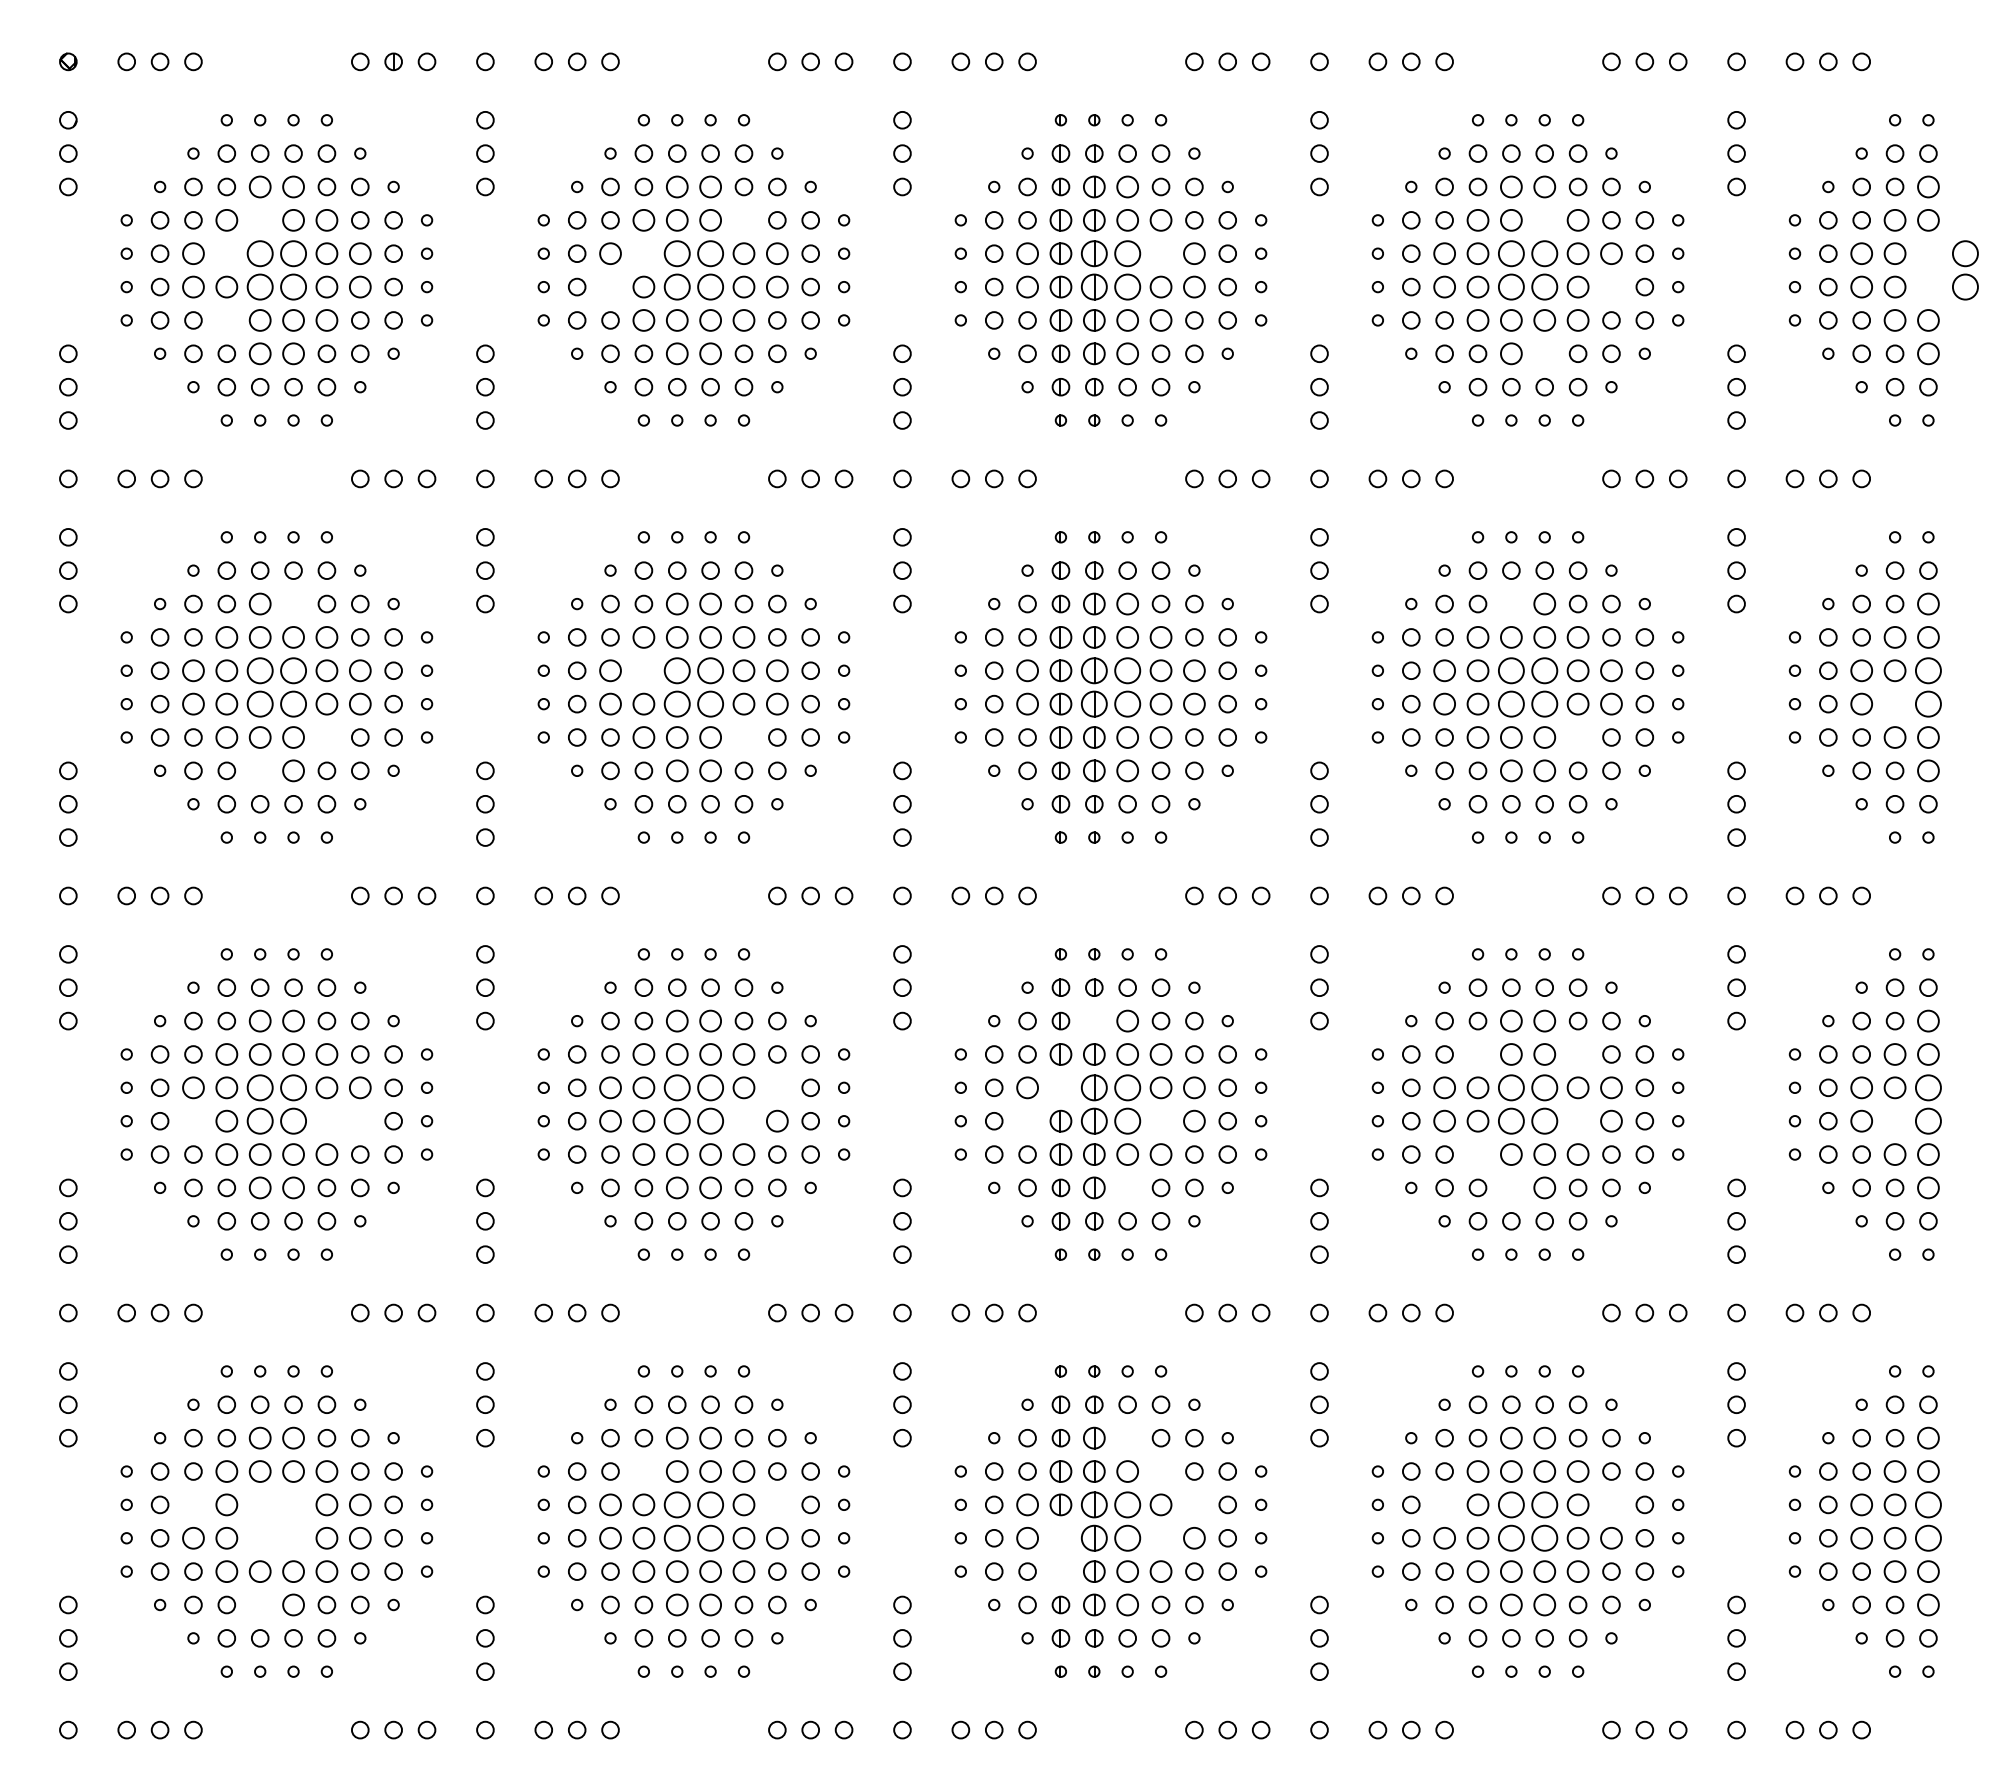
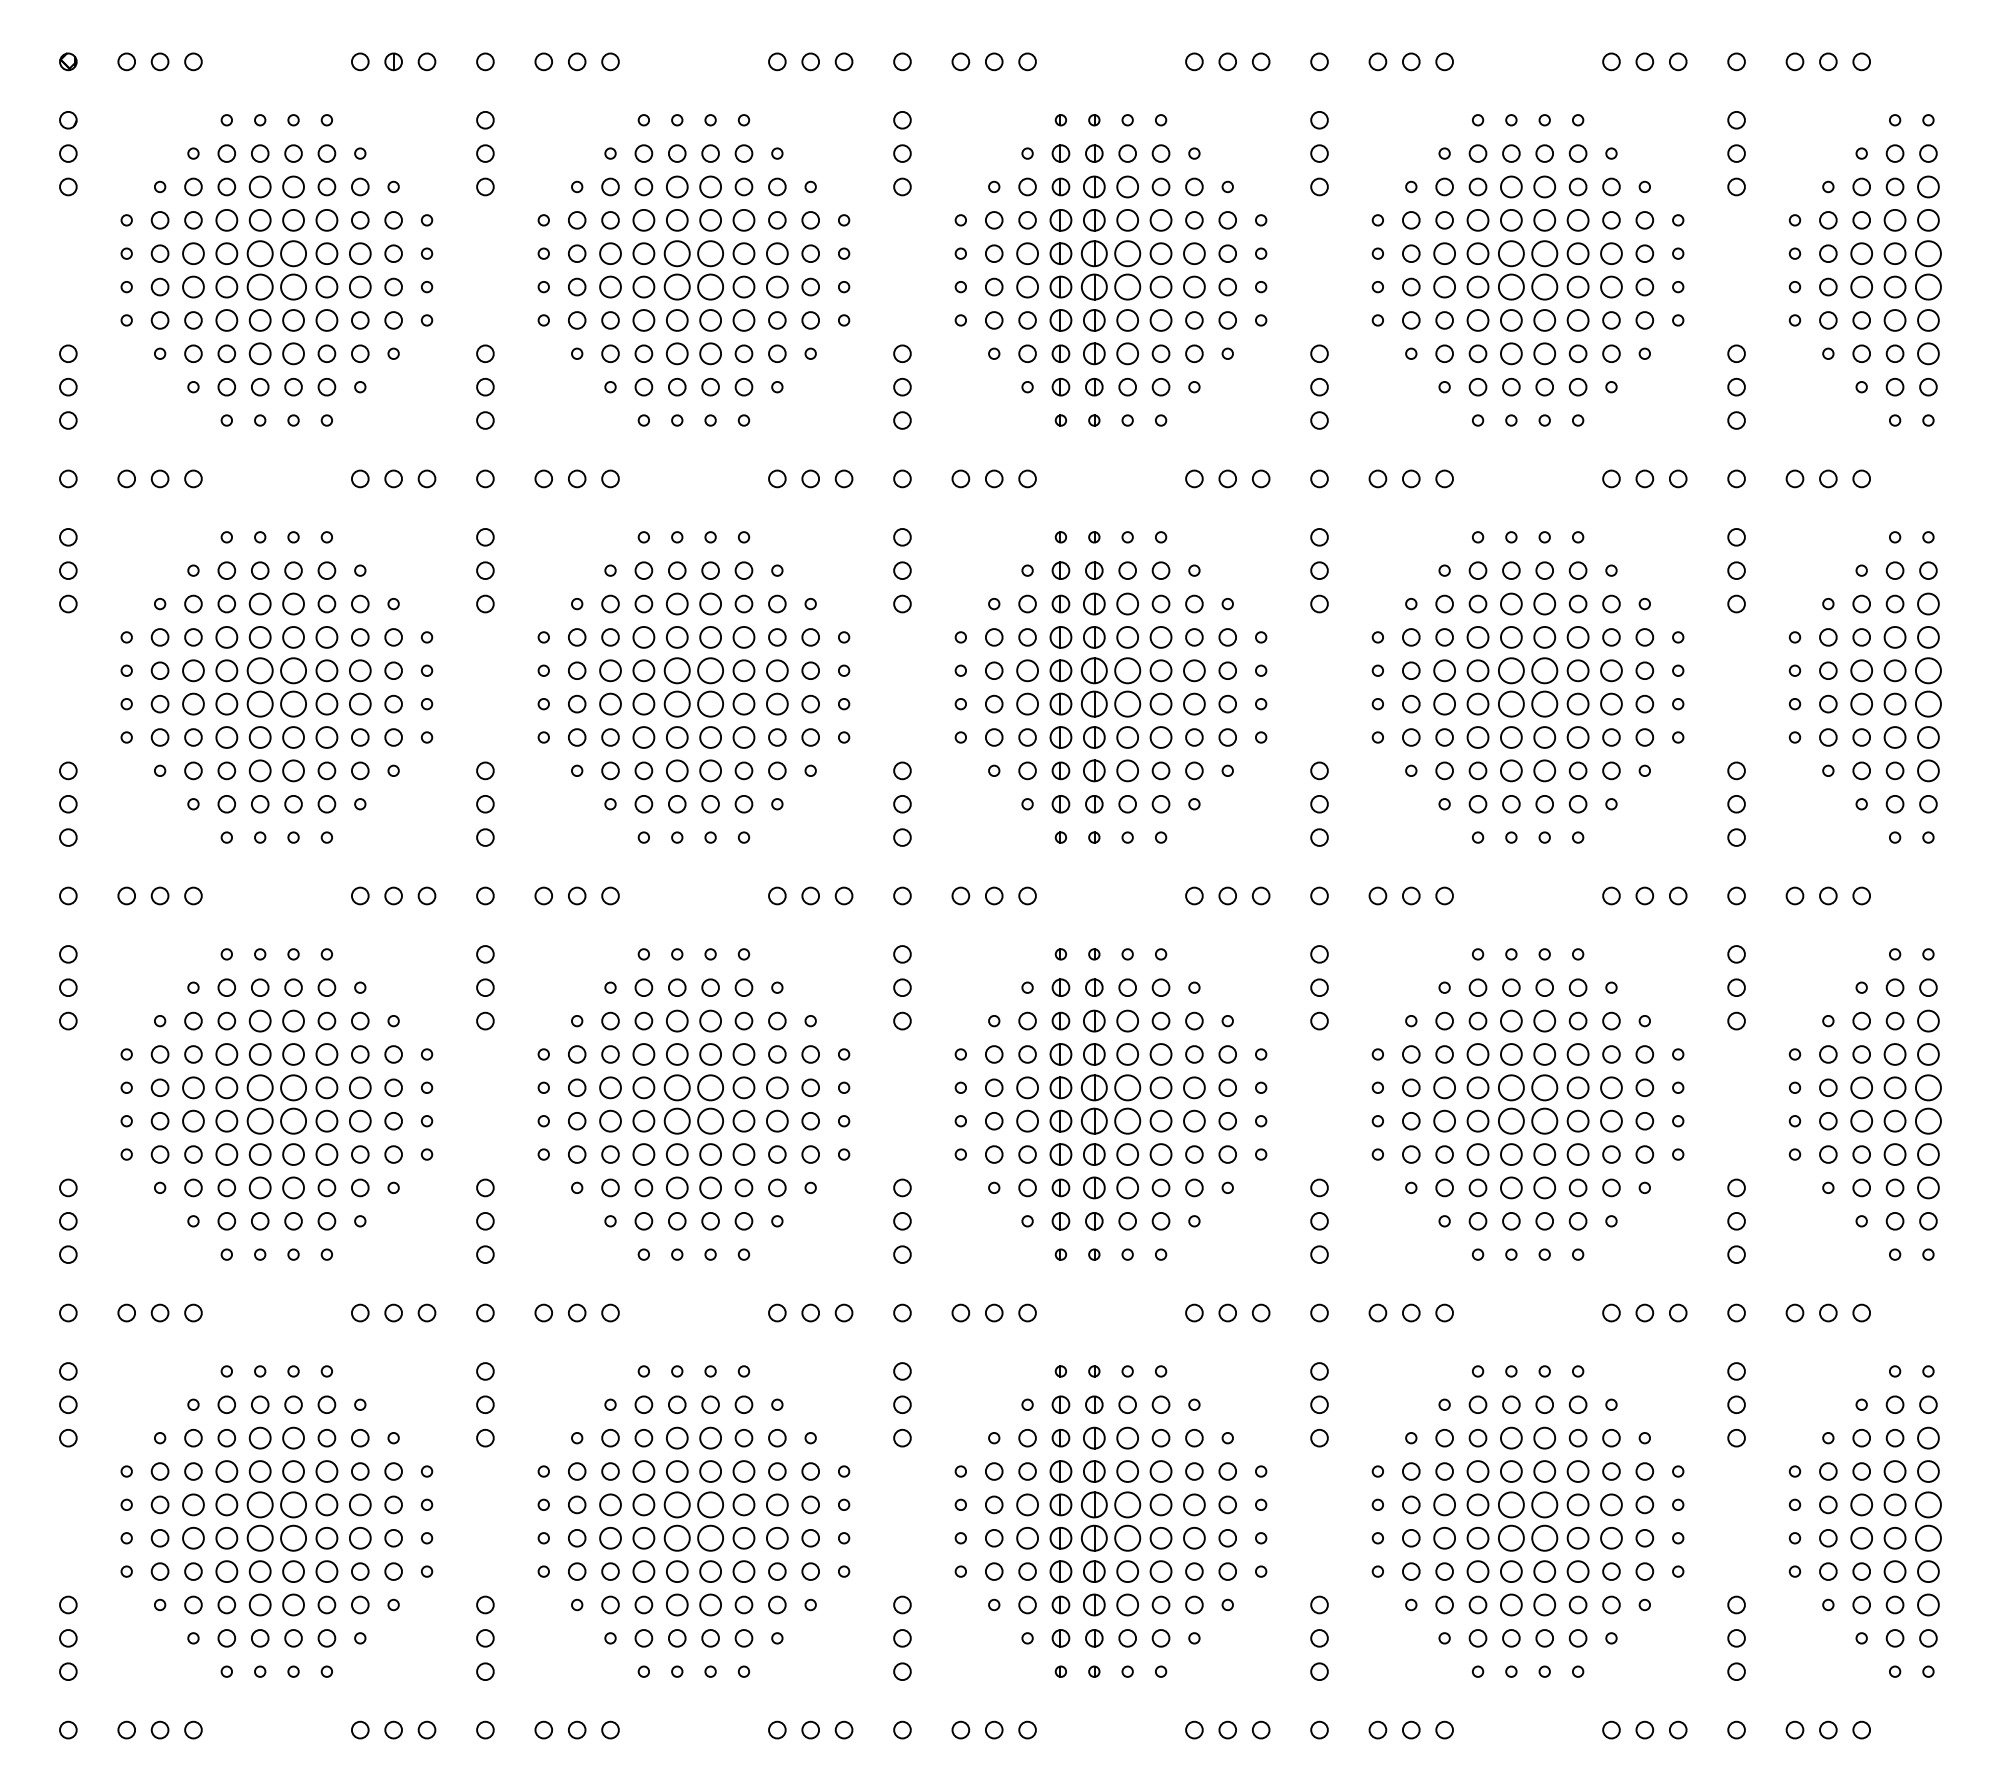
circle at (259, 220): none -> present
circle at (743, 220): none -> present
circle at (1544, 220): none -> present
circle at (226, 253): none -> present
circle at (643, 253): none -> present
circle at (1160, 253): none -> present
part at (1965, 270) position: (1965, 270) -> (1928, 270)
circle at (610, 286): none -> present
circle at (1611, 286): none -> present
circle at (226, 320): none -> present
circle at (1544, 353): none -> present
circle at (293, 603): none -> present
circle at (1511, 603): none -> present
circle at (643, 670): none -> present
circle at (1894, 703): none -> present
circle at (326, 737): none -> present
circle at (743, 737): none -> present
circle at (1577, 737): none -> present
circle at (259, 770): none -> present
part at (1094, 1020): none -> present
circle at (1477, 1054): none -> present
circle at (1577, 1054): none -> present
circle at (777, 1087): none -> present
part at (1060, 1087): none -> present
circle at (193, 1120): none -> present
circle at (326, 1120): none -> present
circle at (360, 1120): none -> present
circle at (743, 1120): none -> present
circle at (1027, 1120): none -> present
circle at (1160, 1120): none -> present
circle at (1577, 1120): none -> present
circle at (1894, 1120): none -> present
circle at (1477, 1154): none -> present
circle at (1127, 1187): none -> present
circle at (1511, 1187): none -> present
circle at (1127, 1437): none -> present
circle at (643, 1471): none -> present
circle at (1160, 1471): none -> present
circle at (193, 1504): none -> present
circle at (777, 1504): none -> present
circle at (1194, 1504): none -> present
circle at (1444, 1504): none -> present
circle at (1611, 1504): none -> present
part at (269, 1514): none -> present
part at (1060, 1538): none -> present
circle at (1160, 1538): none -> present
part at (1060, 1571): none -> present
circle at (259, 1604): none -> present
